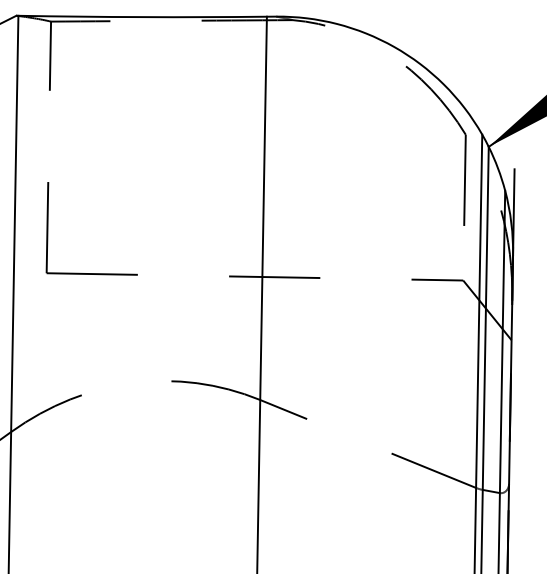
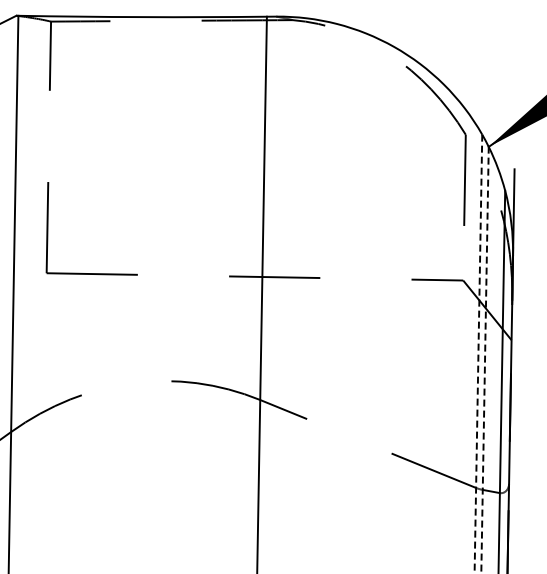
line at (478, 354): solid -> dashed
line at (485, 359): solid -> dashed
